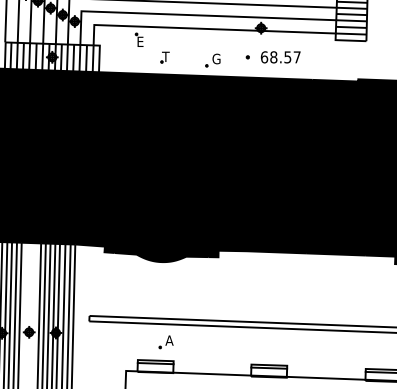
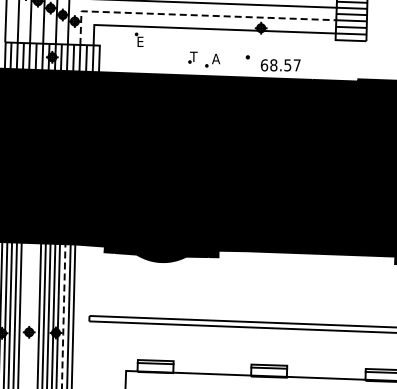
line at (191, 15): solid -> dashed
part at (164, 57) position: (164, 57) -> (192, 57)
text at (280, 57) position: (280, 57) -> (280, 65)
text at (216, 58): G -> A
line at (63, 317): solid -> dashed
part at (165, 342): present -> none
